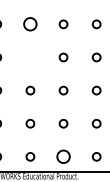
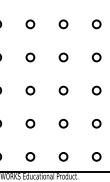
circle at (30, 24) size: 15x15 px -> 11x11 px
circle at (30, 57): none -> present
circle at (63, 156) size: 15x15 px -> 11x10 px
